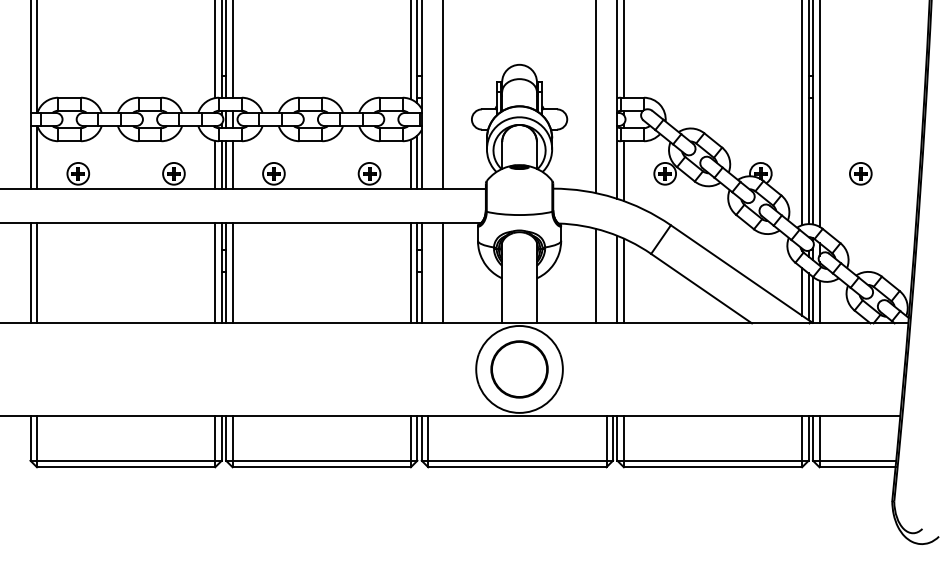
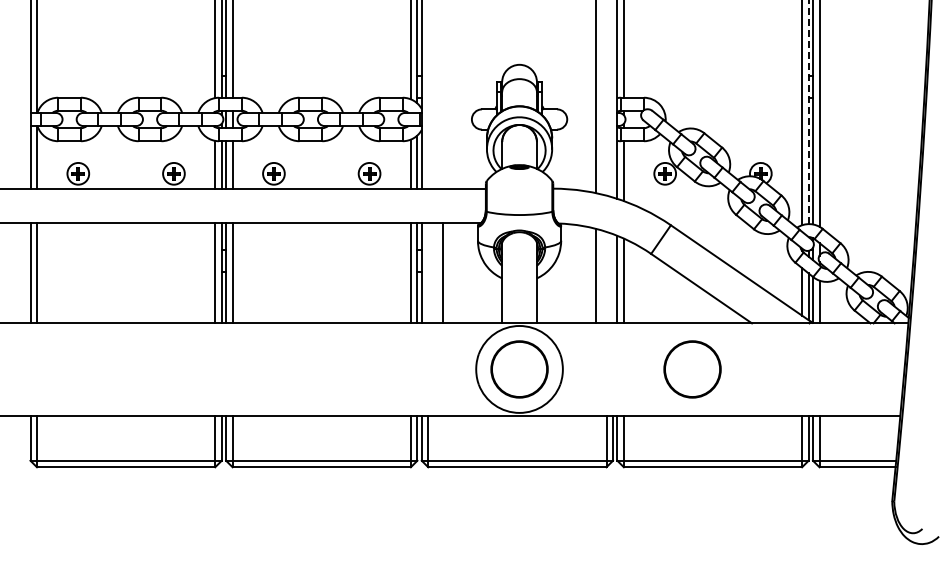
line at (443, 95): present -> none
line at (808, 112): solid -> dashed
part at (860, 173): present -> none
circle at (692, 369): none -> present
